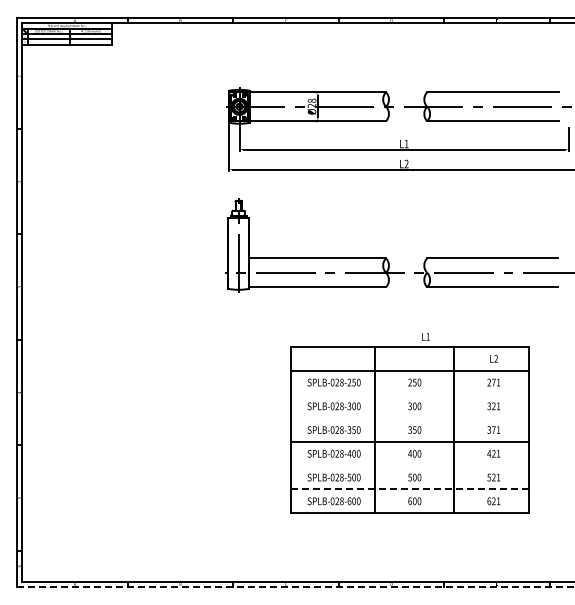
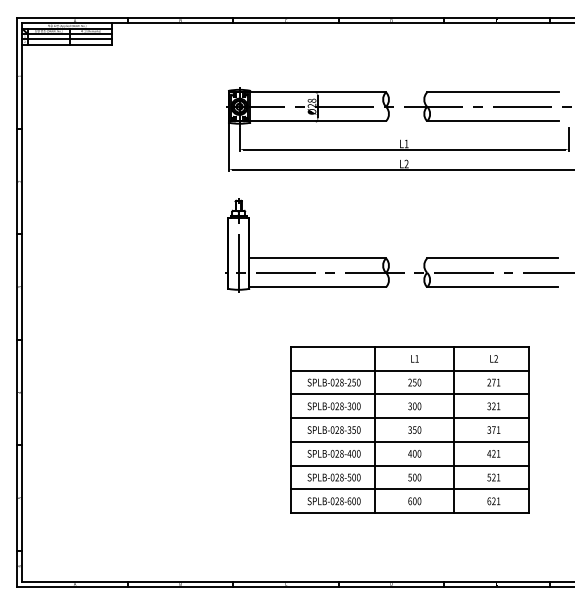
text at (425, 336) position: (425, 336) -> (414, 358)
line at (409, 394): none -> present
line at (409, 418): none -> present
line at (409, 465): none -> present
line at (410, 489): dashed -> solid
line at (295, 586): dashed -> solid
